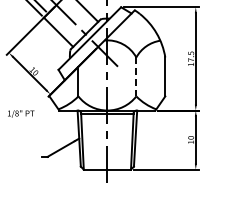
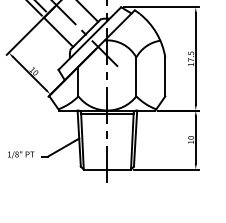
line at (136, 77): dashed -> solid
text at (21, 113) position: (21, 113) -> (21, 154)
